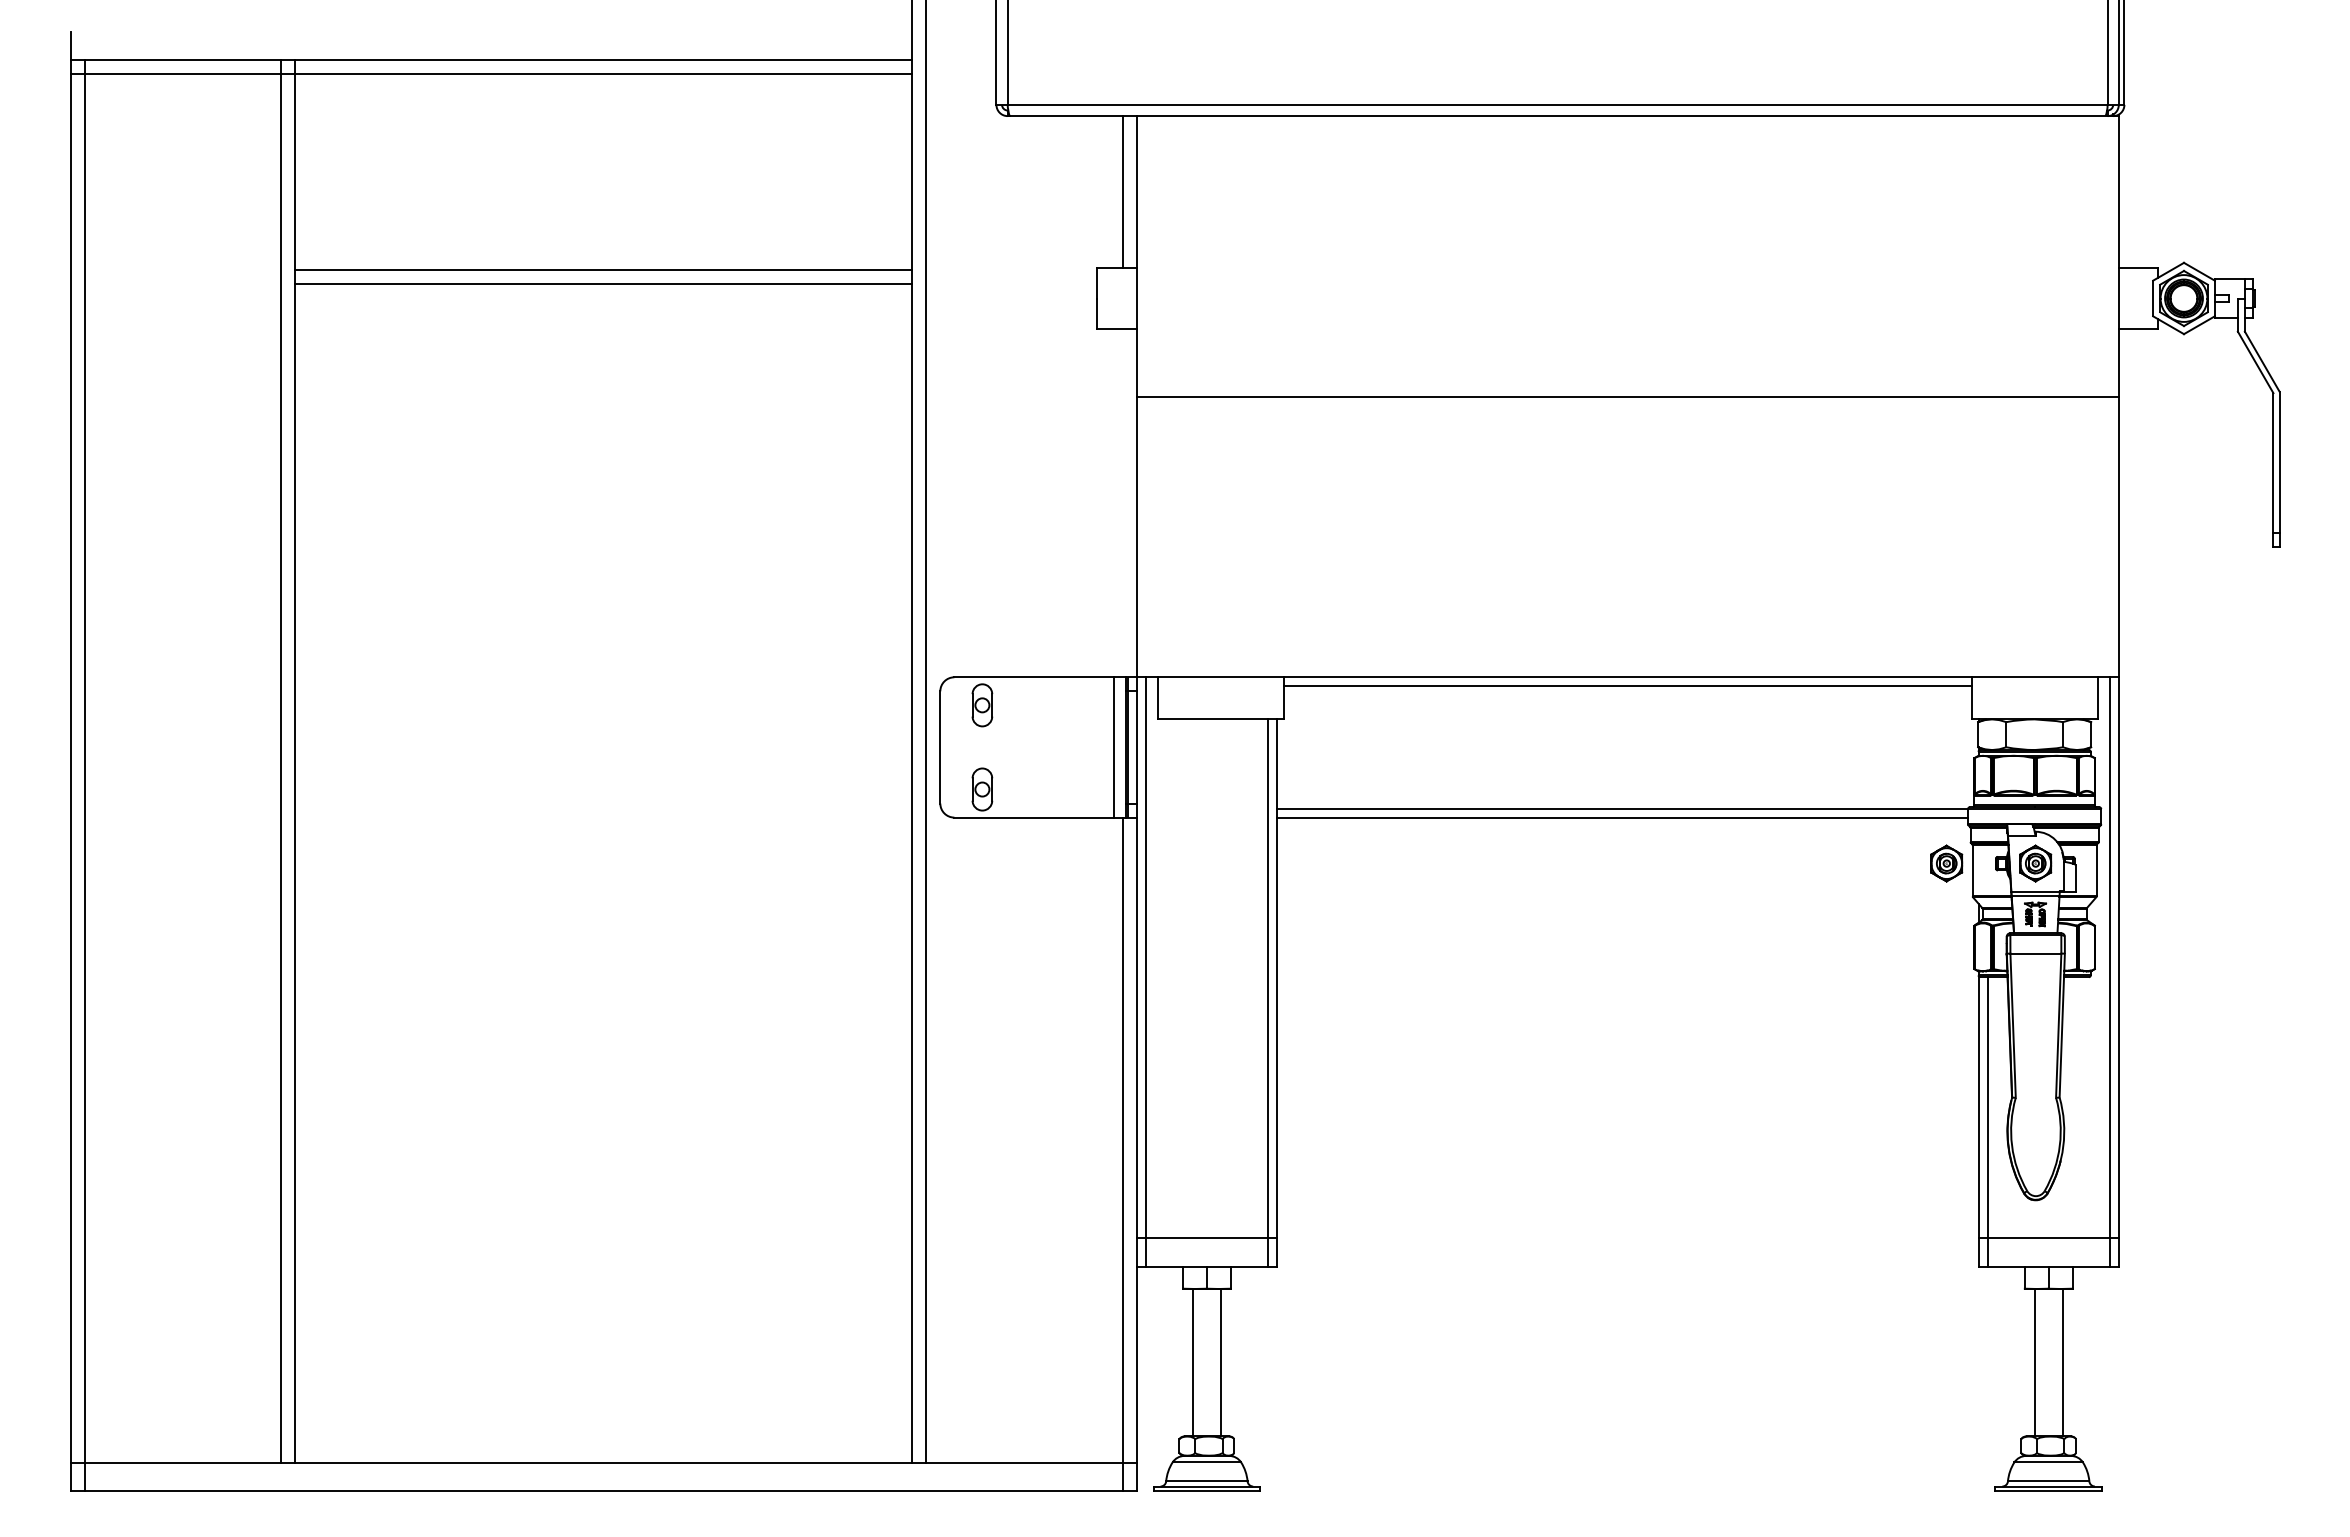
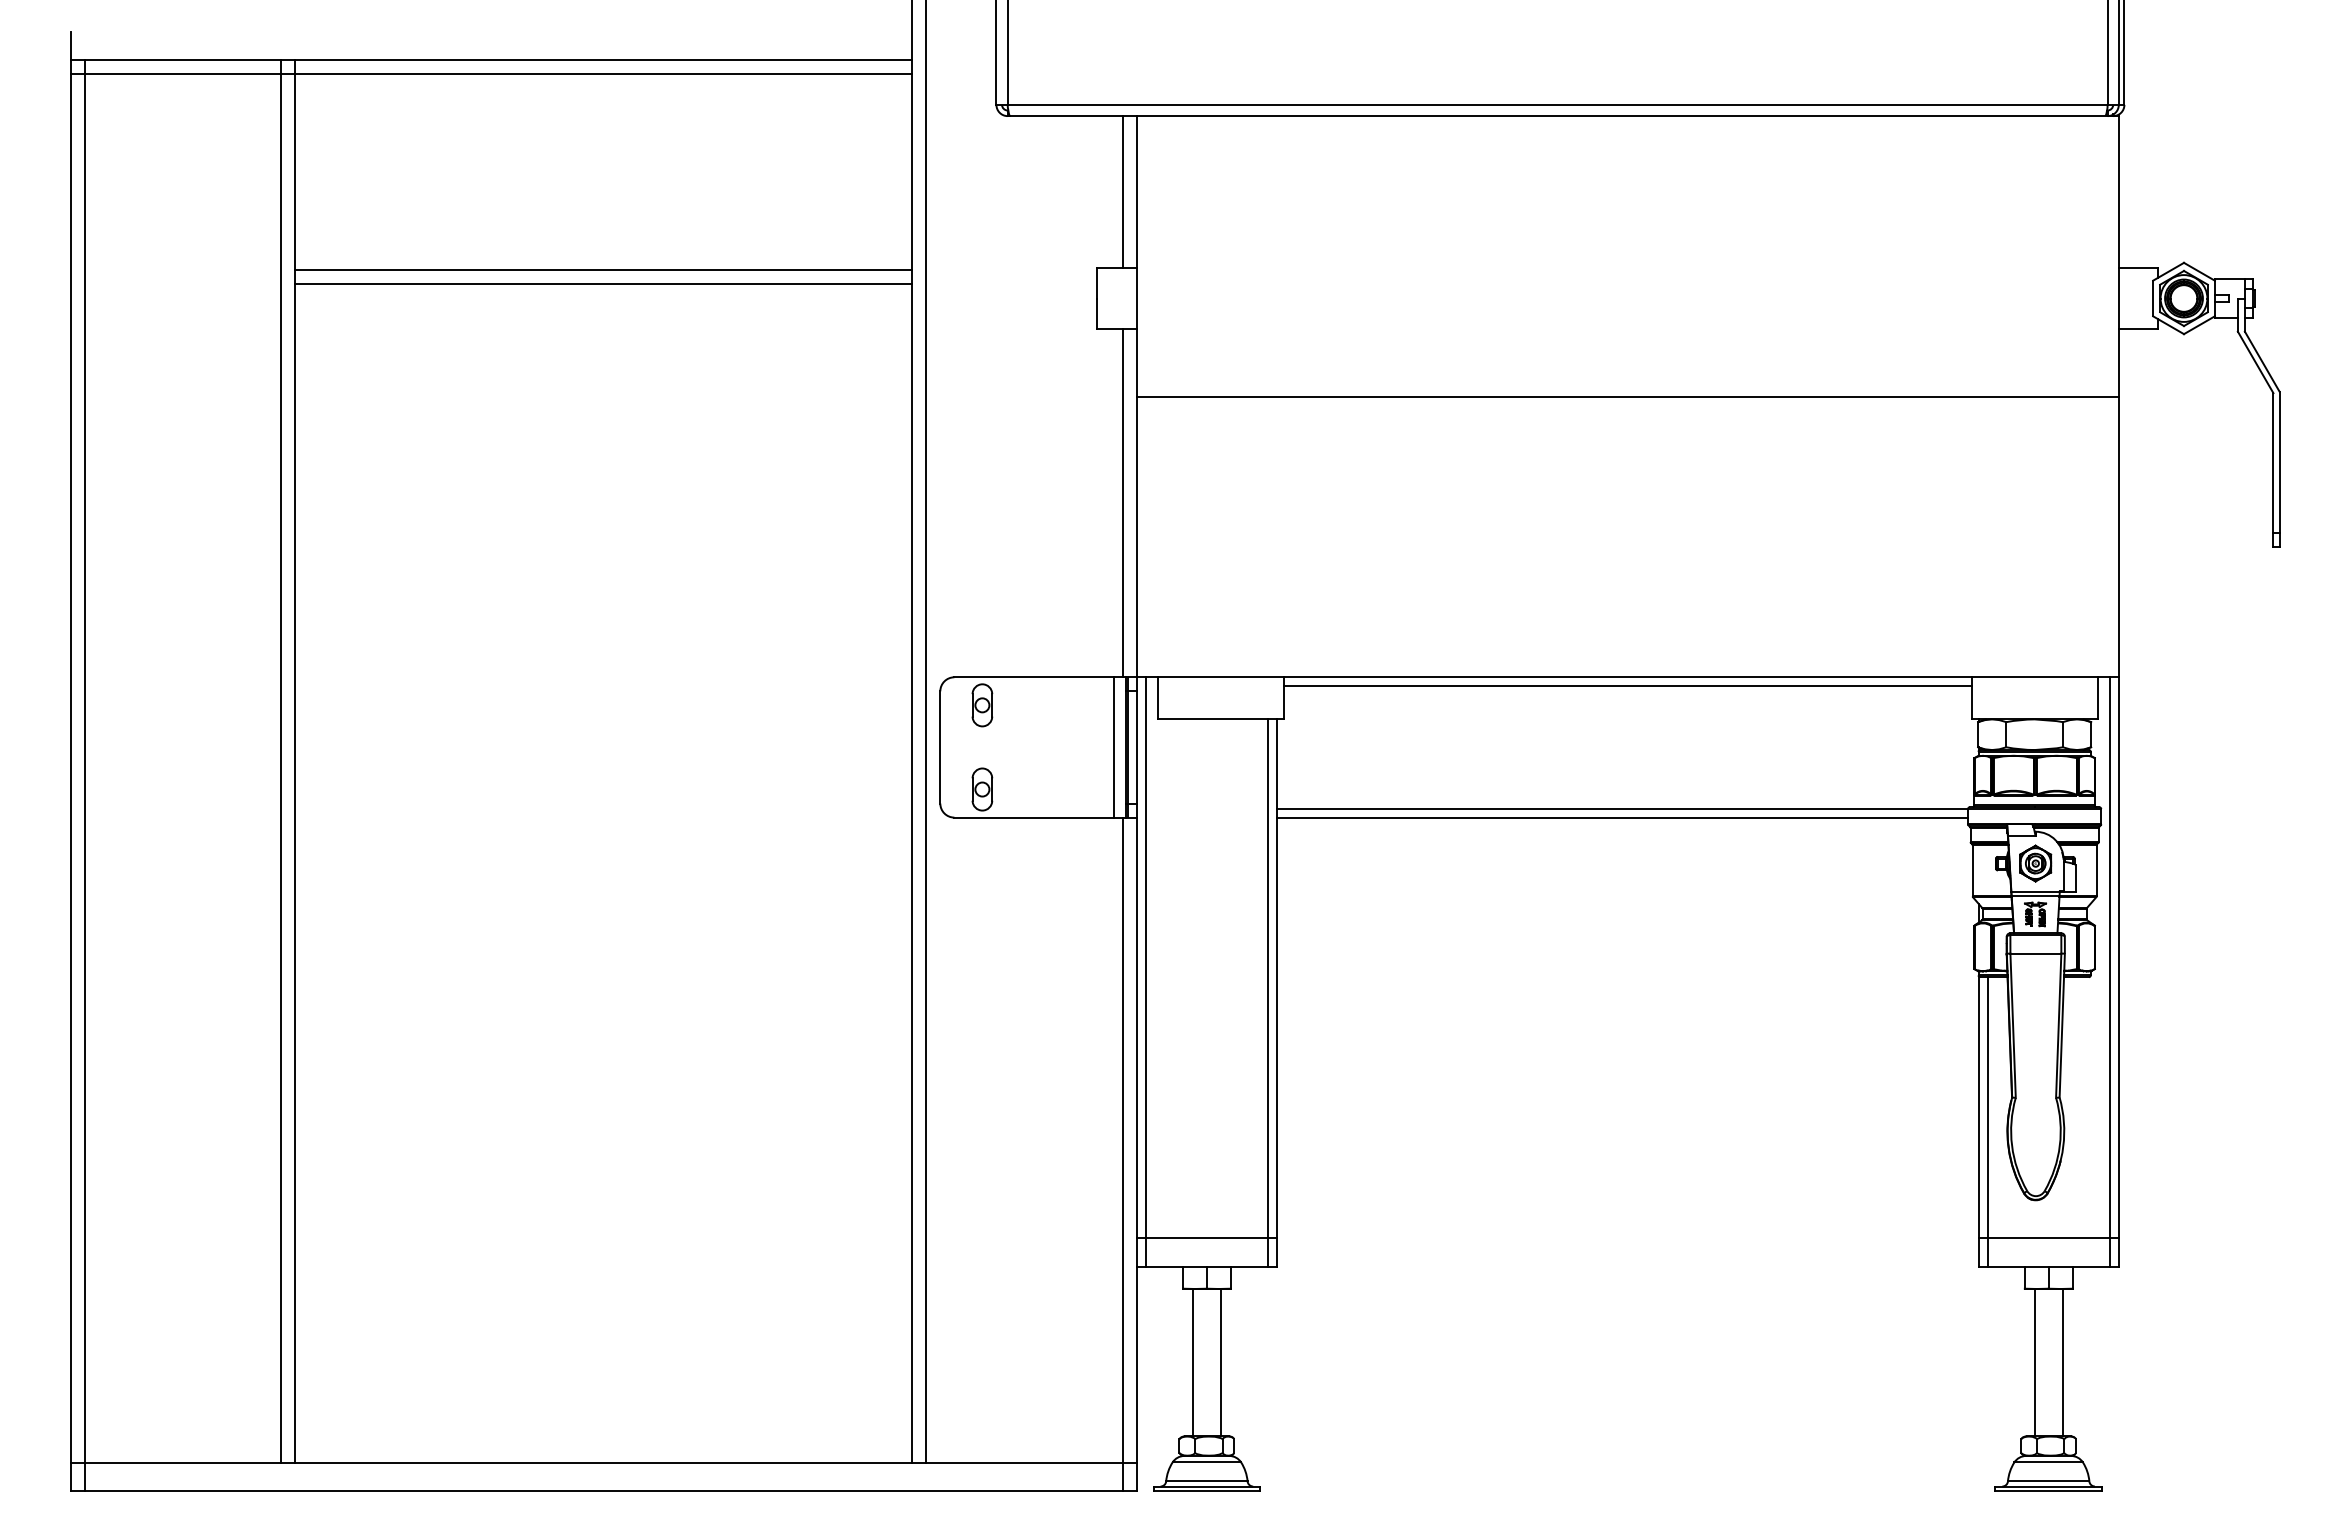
line at (1122, 503): none -> present
part at (1946, 863): present -> none
